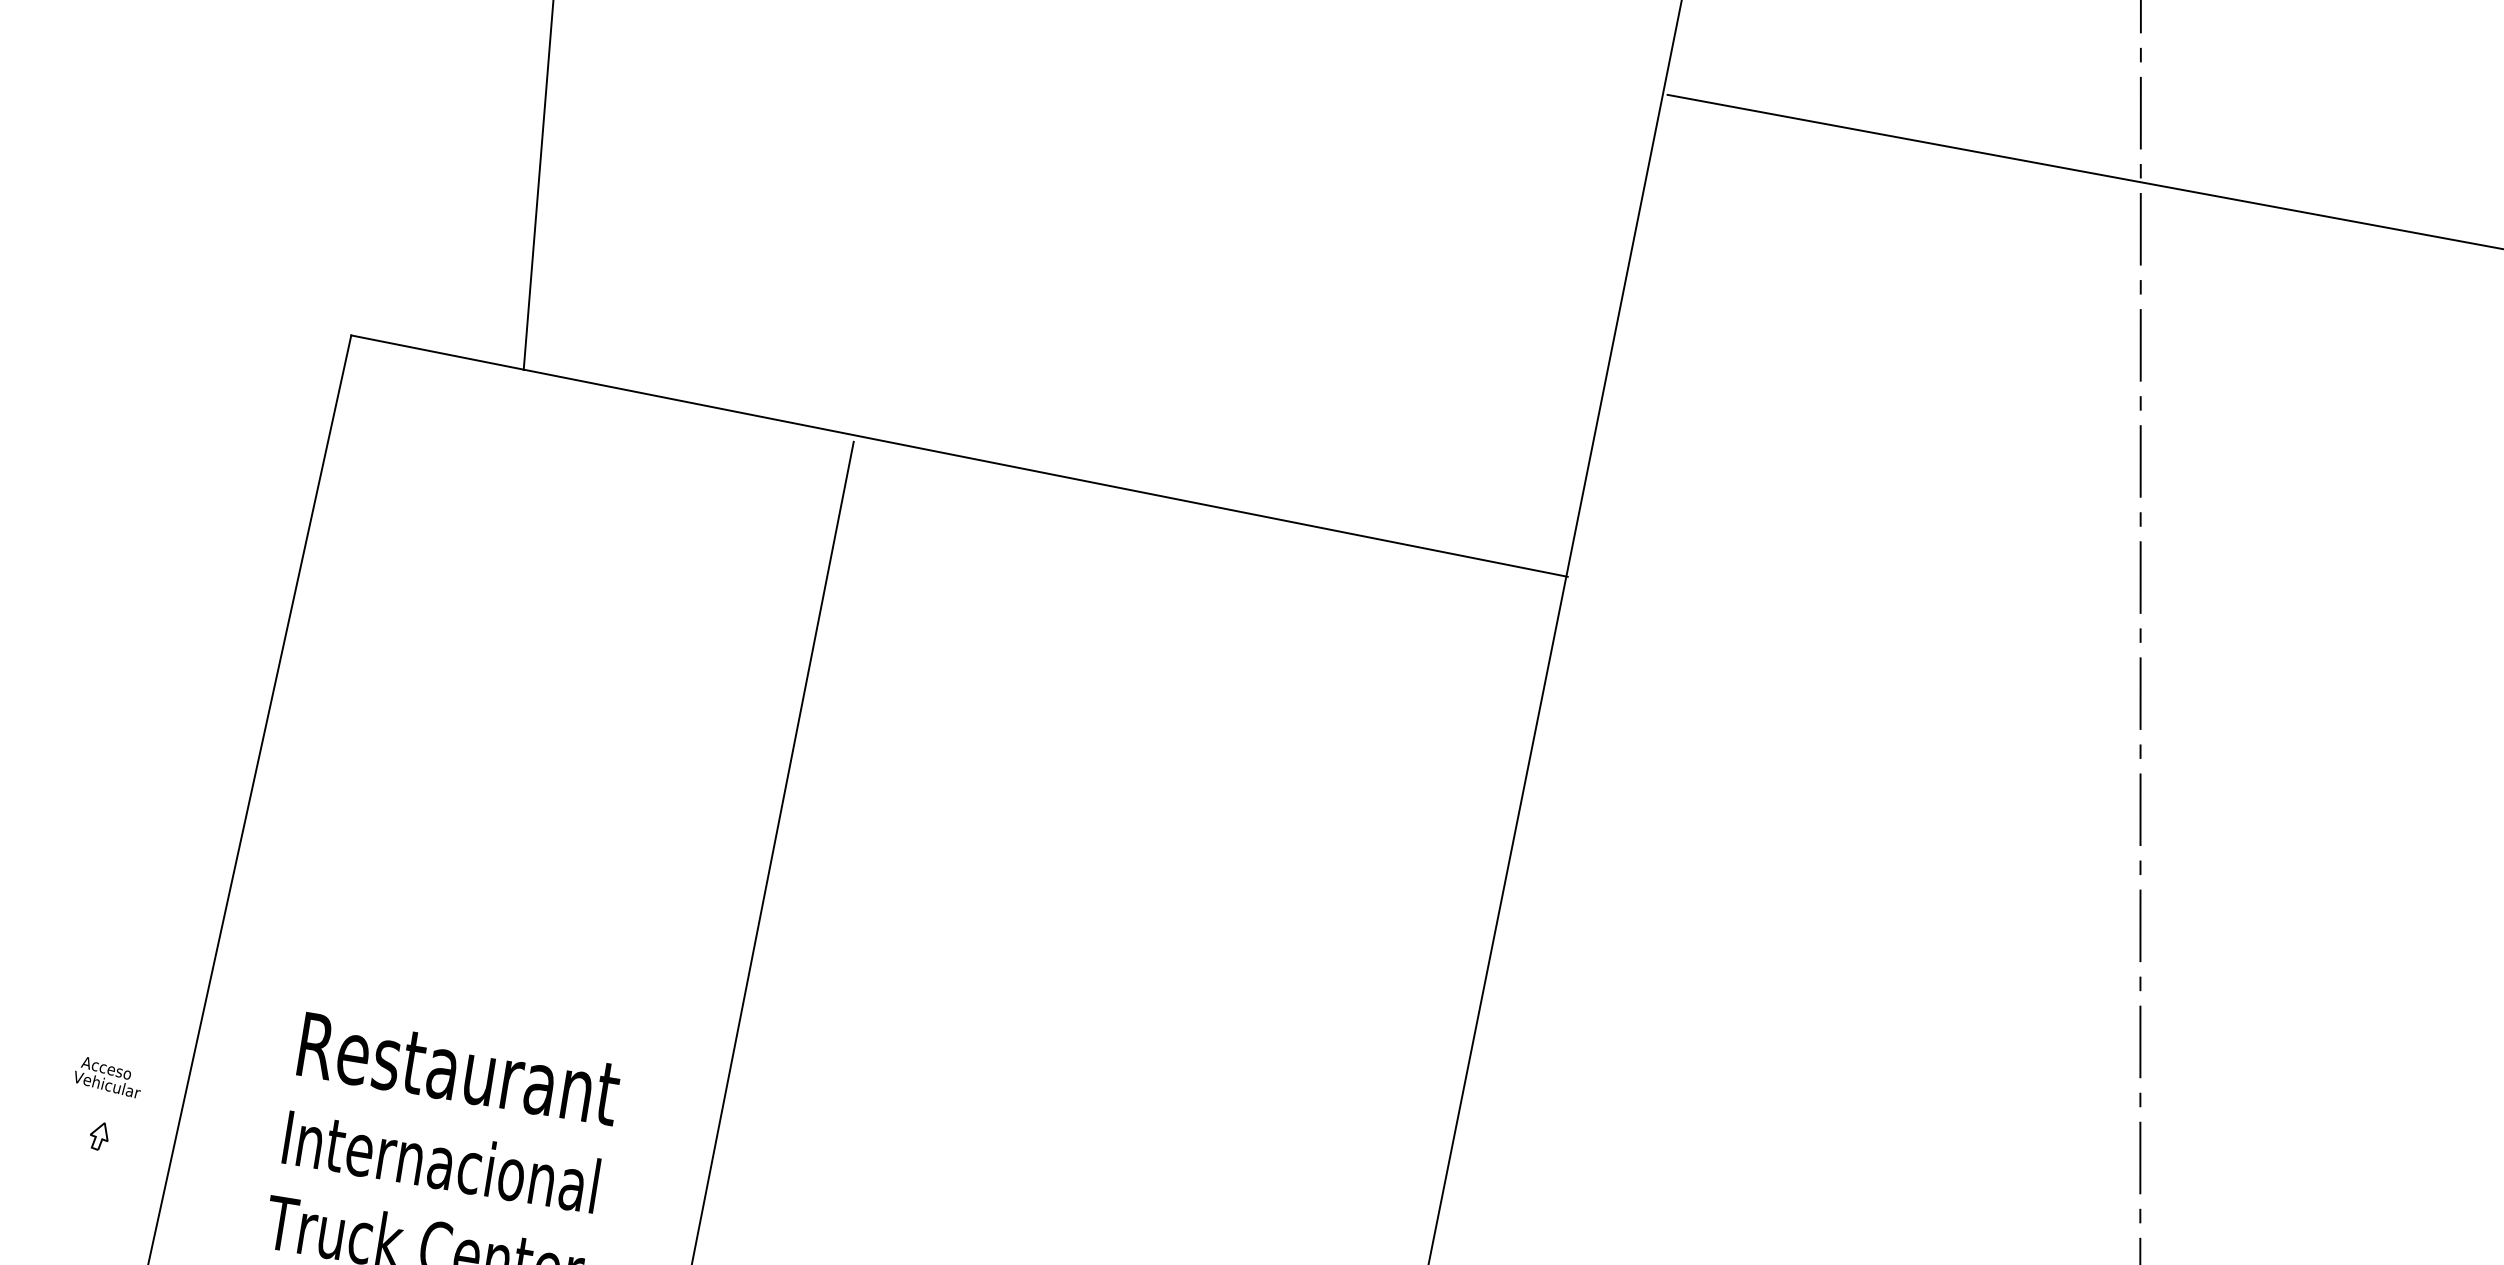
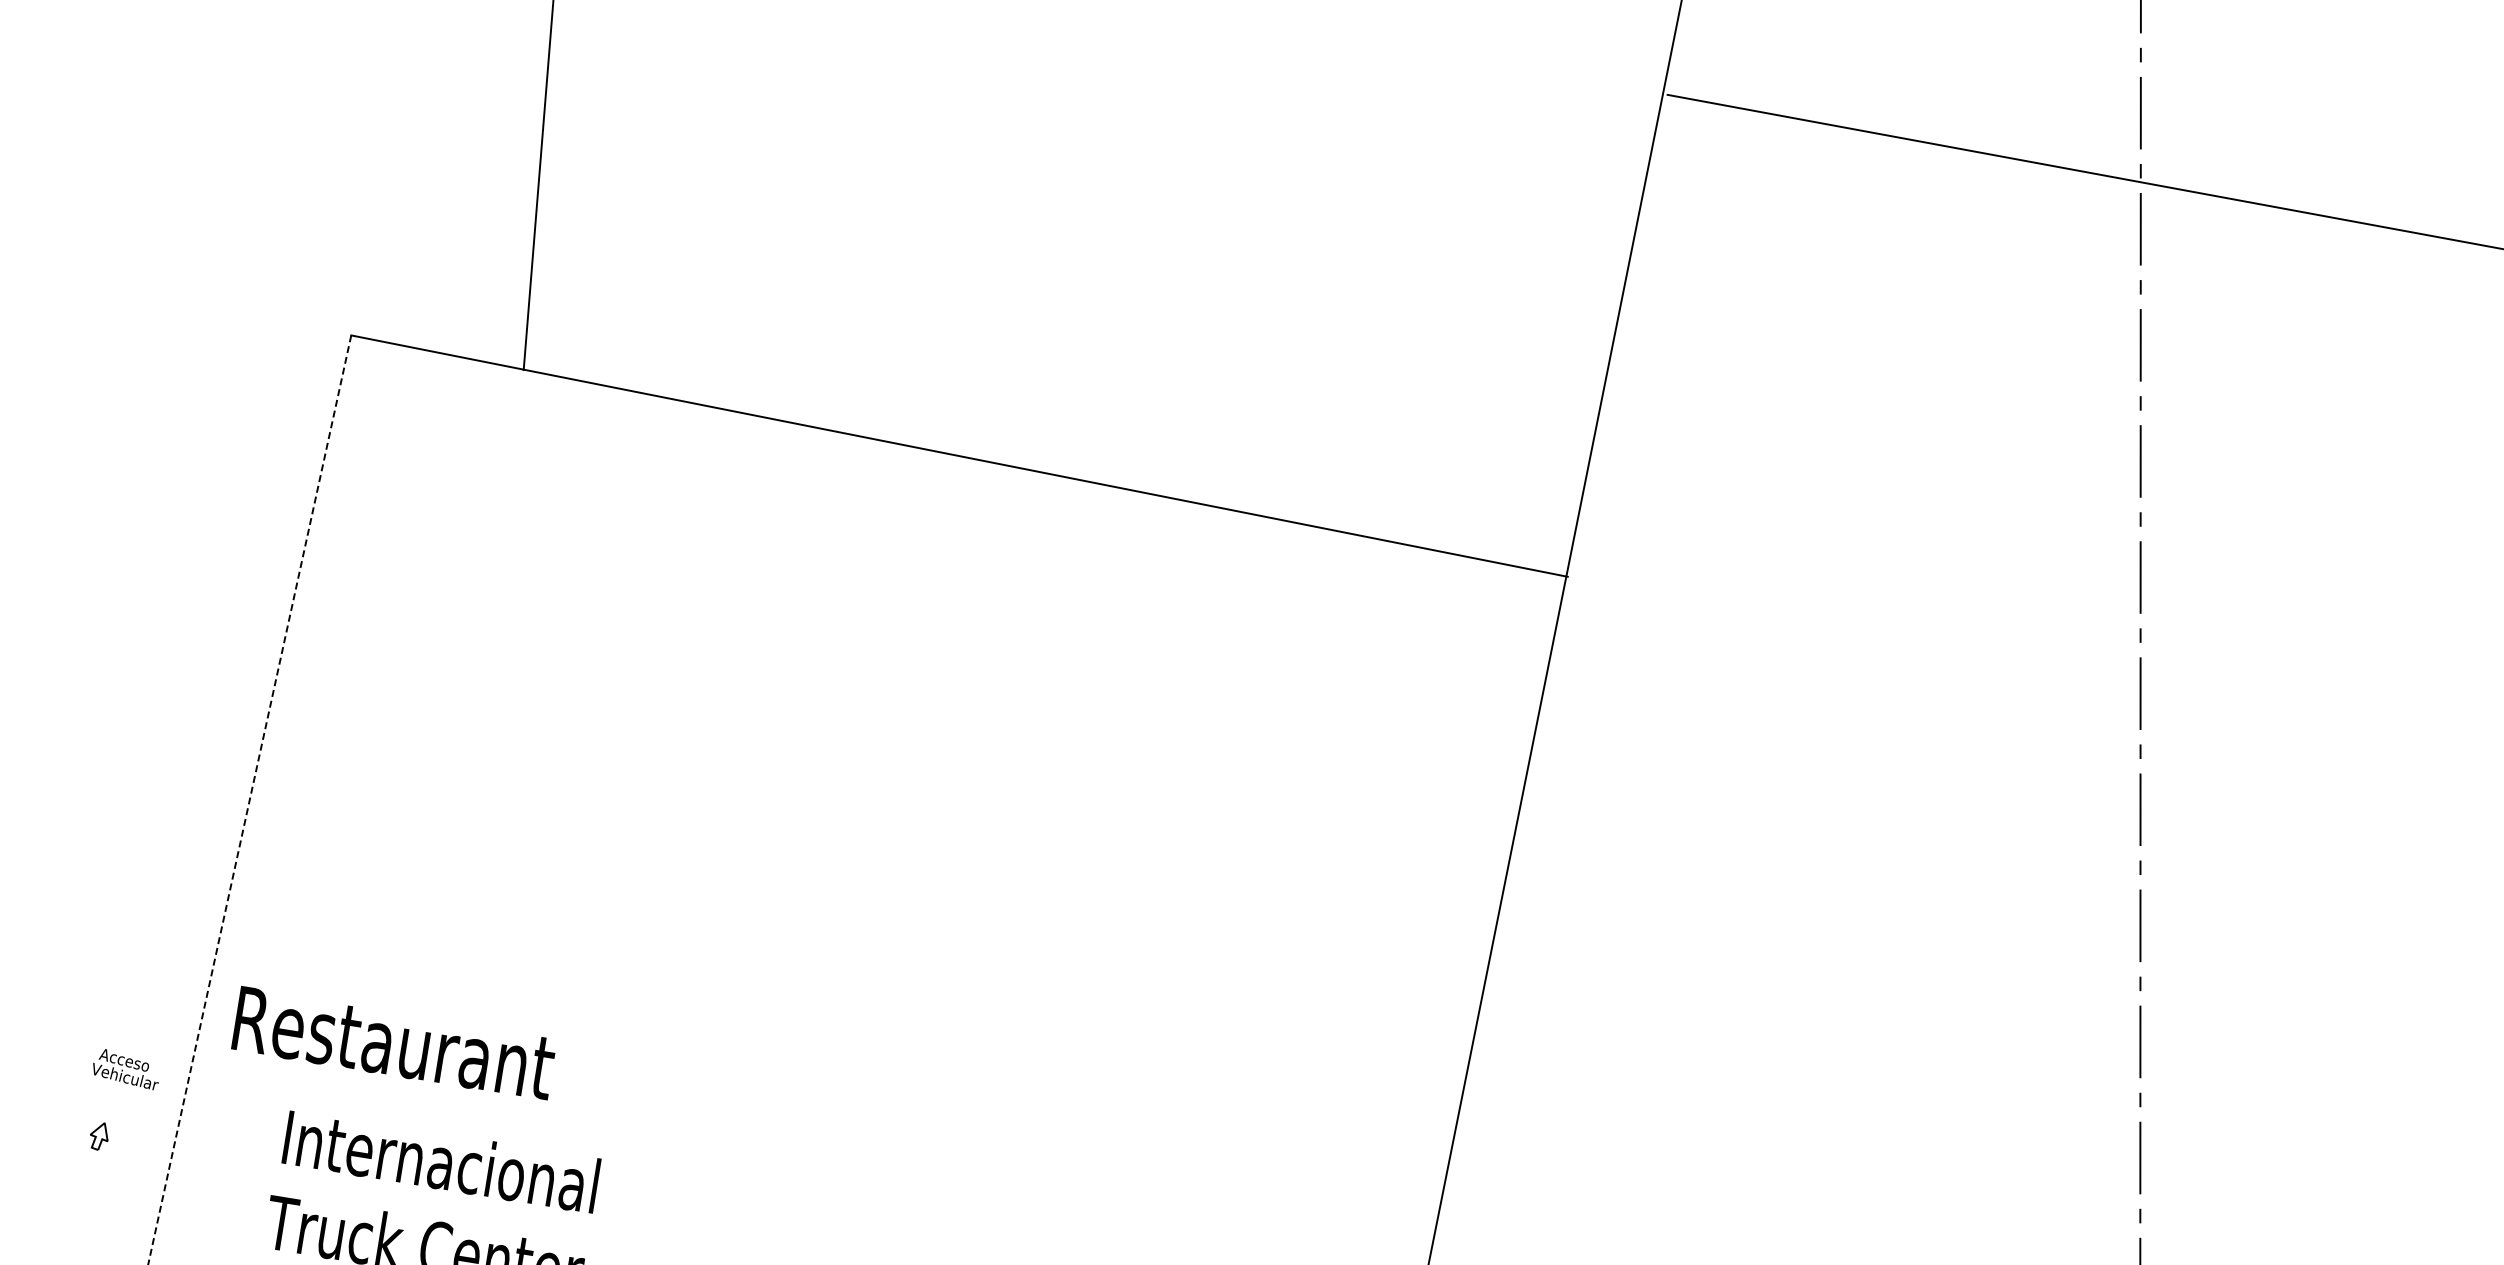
line at (249, 800): solid -> dashed
line at (772, 851): present -> none
text at (458, 1069) position: (458, 1069) -> (393, 1043)
text at (107, 1077) position: (107, 1077) -> (125, 1069)
